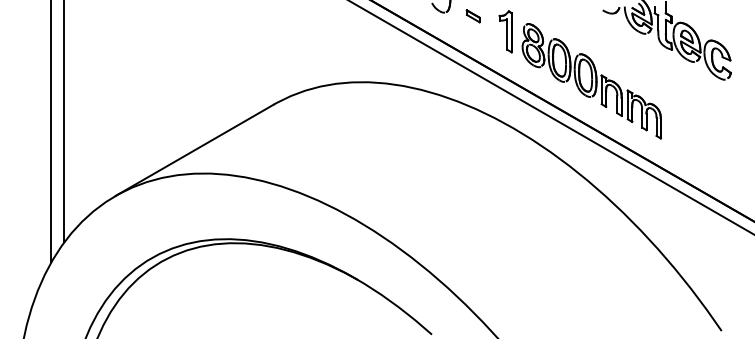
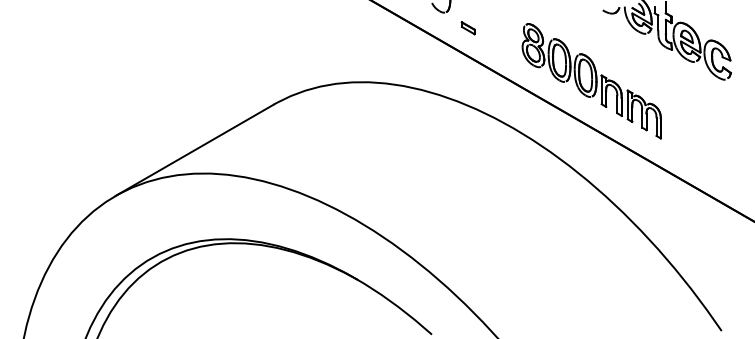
part at (472, 16) position: (472, 16) -> (467, 28)
part at (505, 31): present -> none
line at (551, 117): present -> none
line at (64, 122): present -> none
line at (51, 132): present -> none
